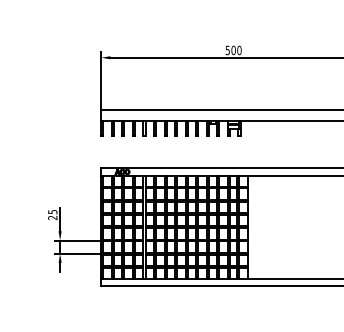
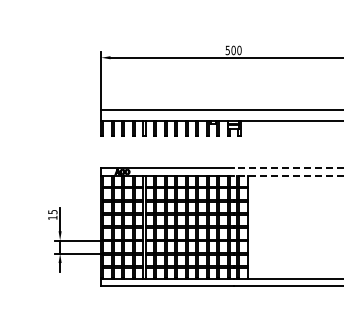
line at (288, 168): solid -> dashed
line at (288, 175): solid -> dashed
text at (52, 218): 25 -> 15
